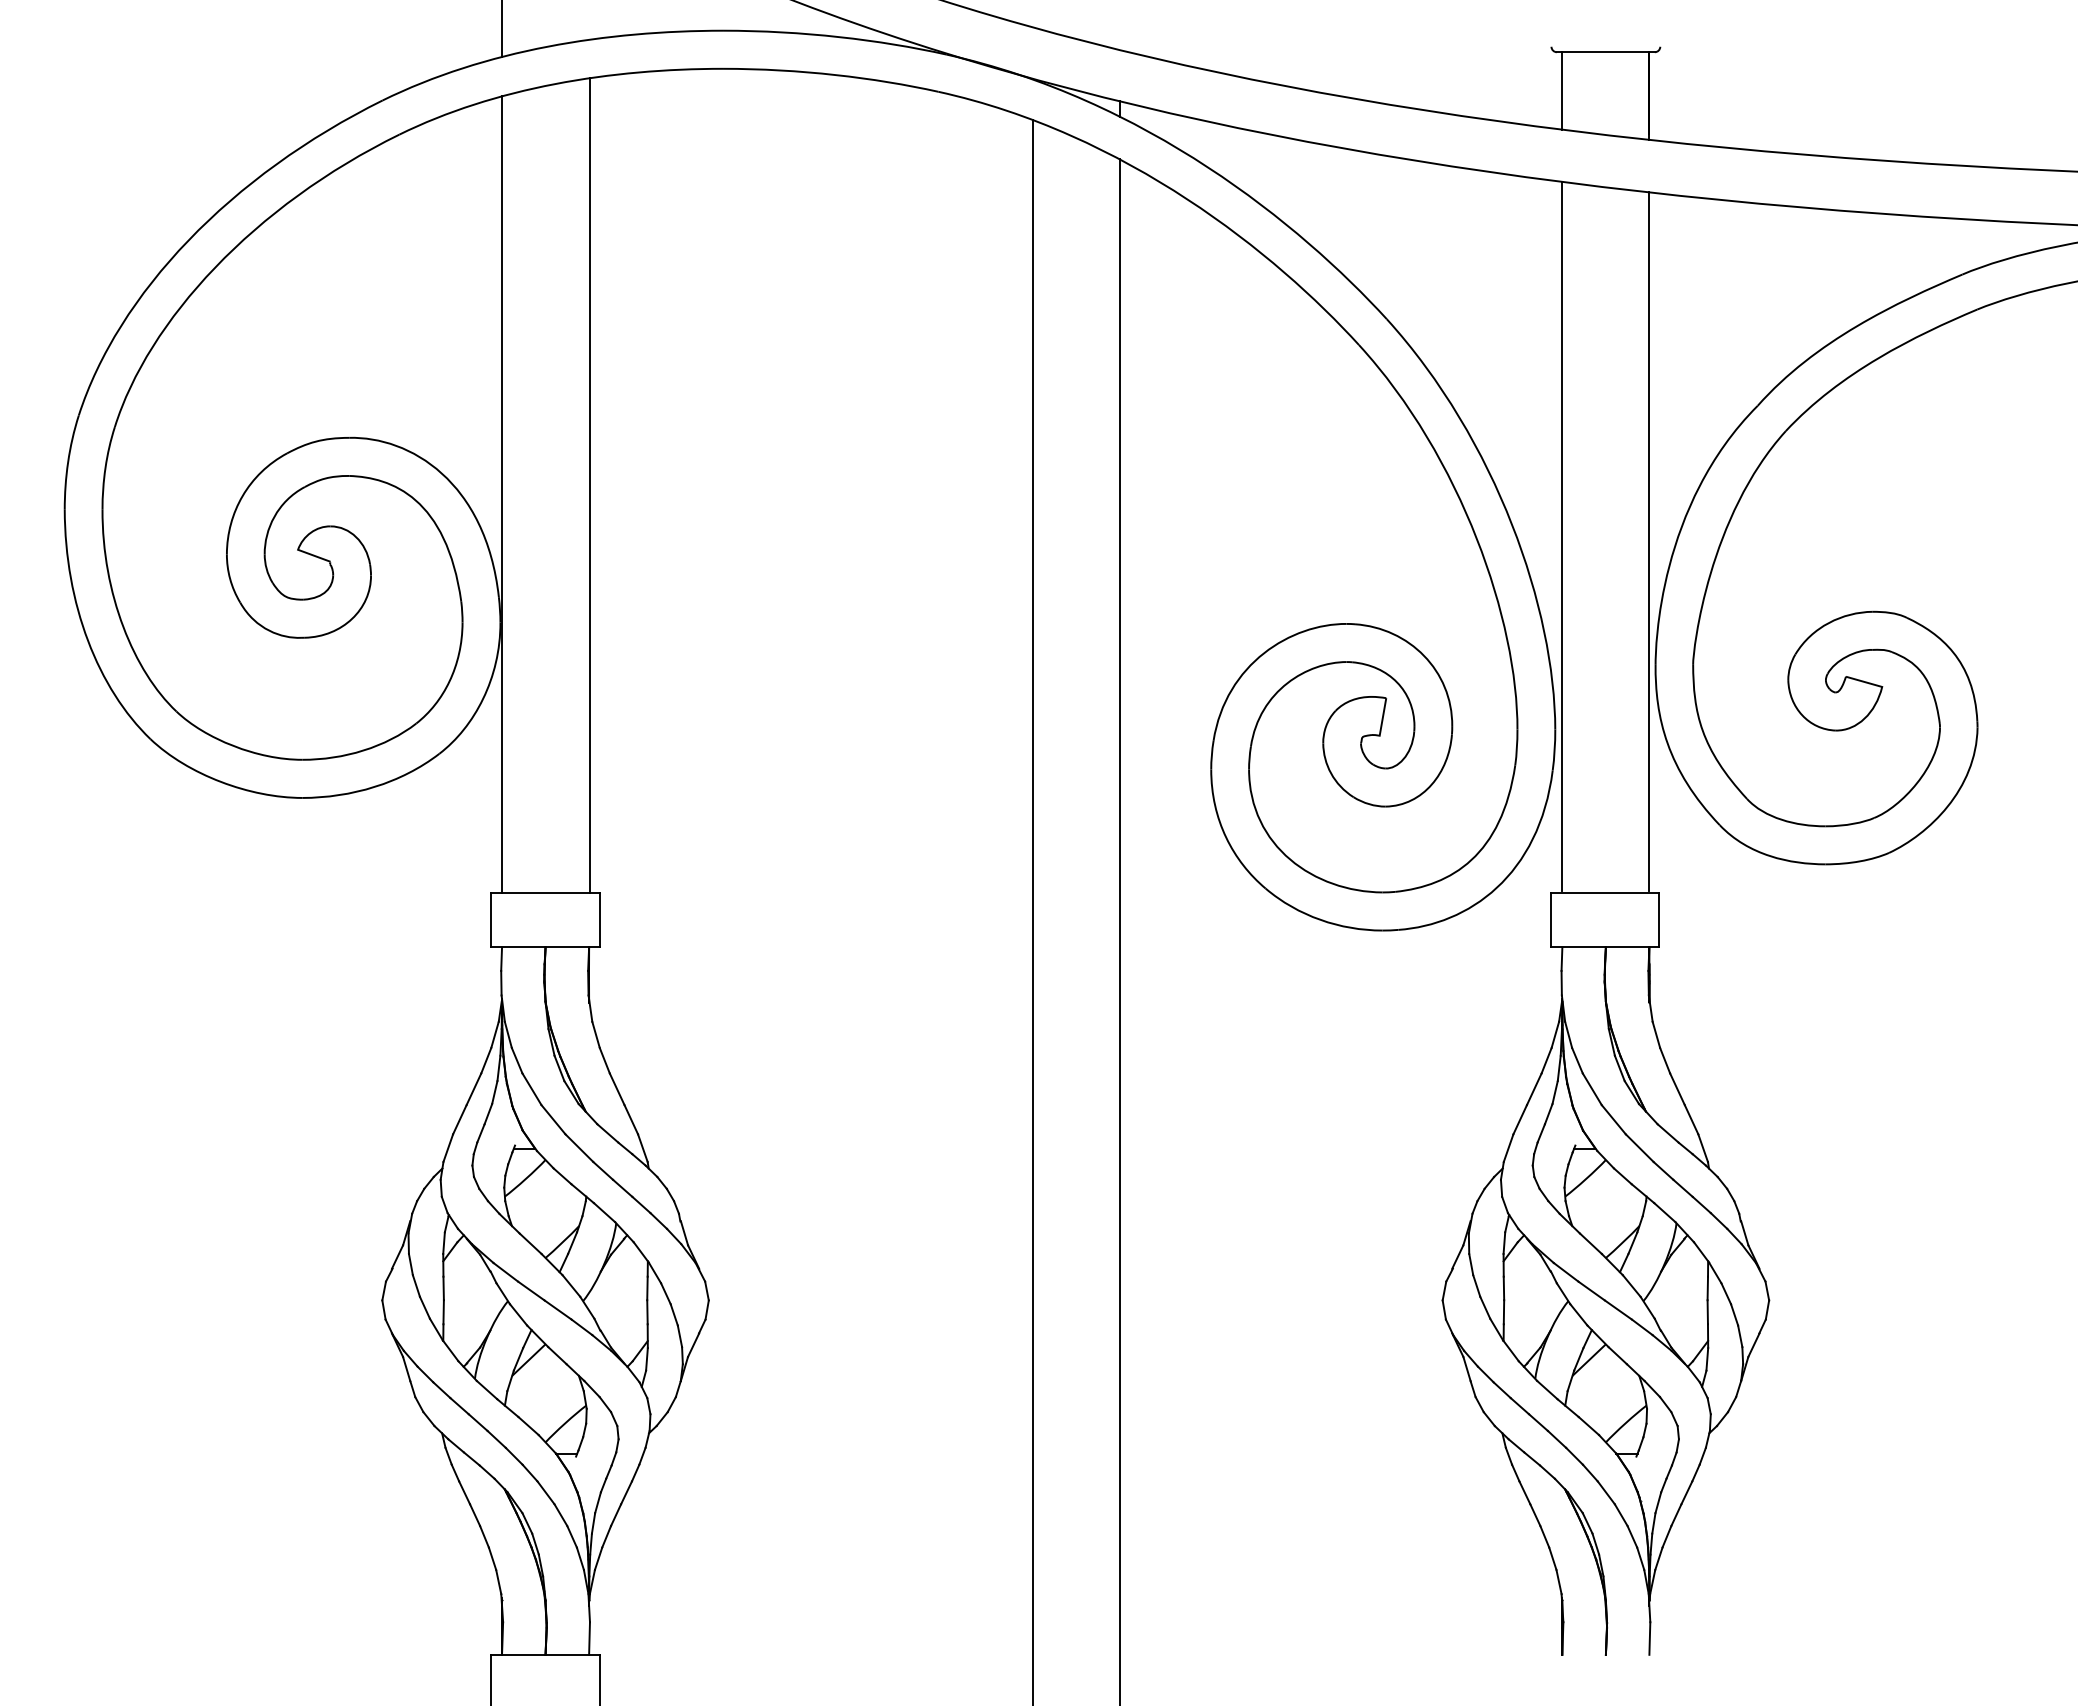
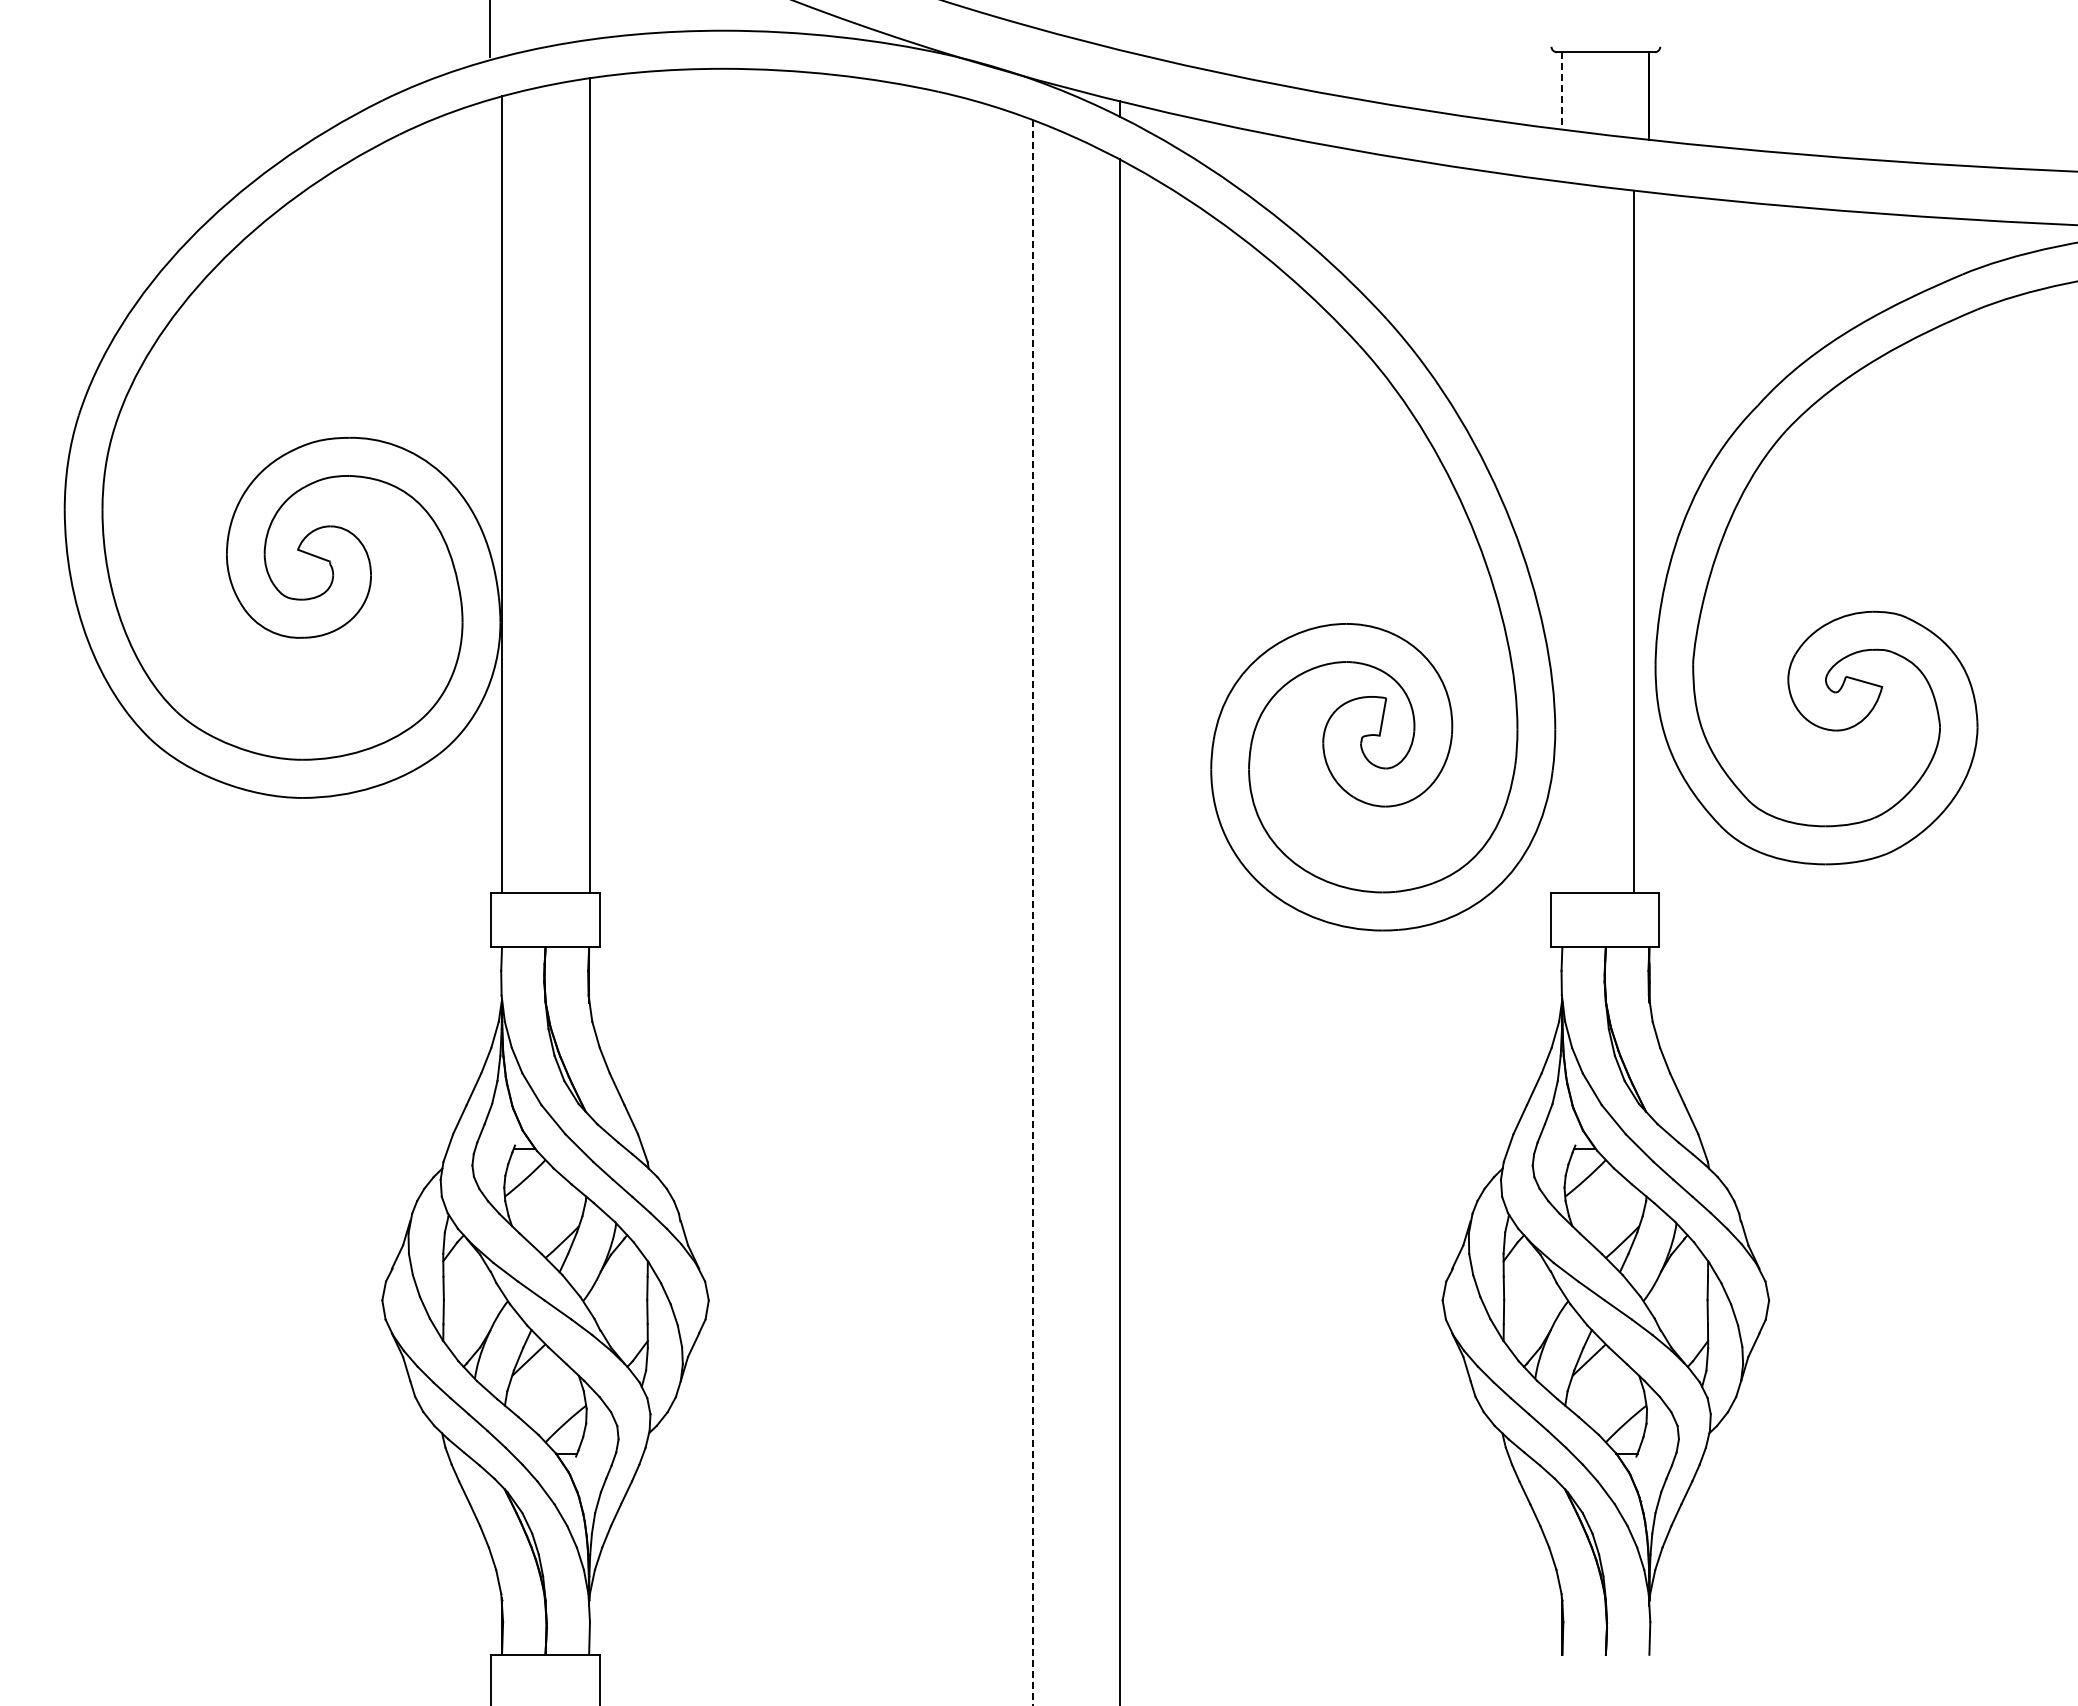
line at (502, 29) position: (502, 29) -> (490, 29)
line at (1562, 90): solid -> dashed
line at (1562, 535): present -> none
line at (1649, 541) position: (1649, 541) -> (1634, 541)
line at (1032, 912): solid -> dashed
